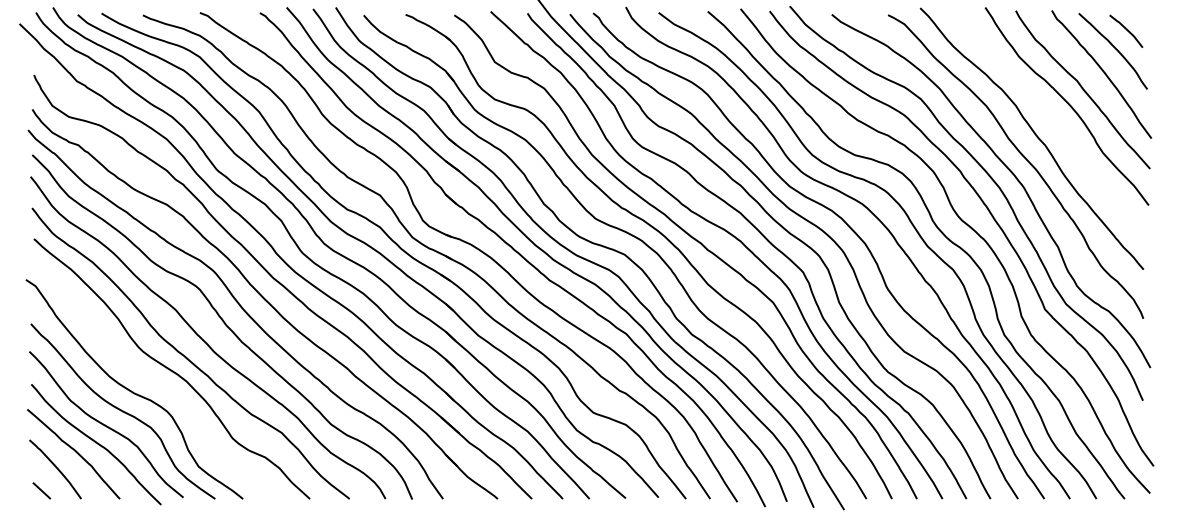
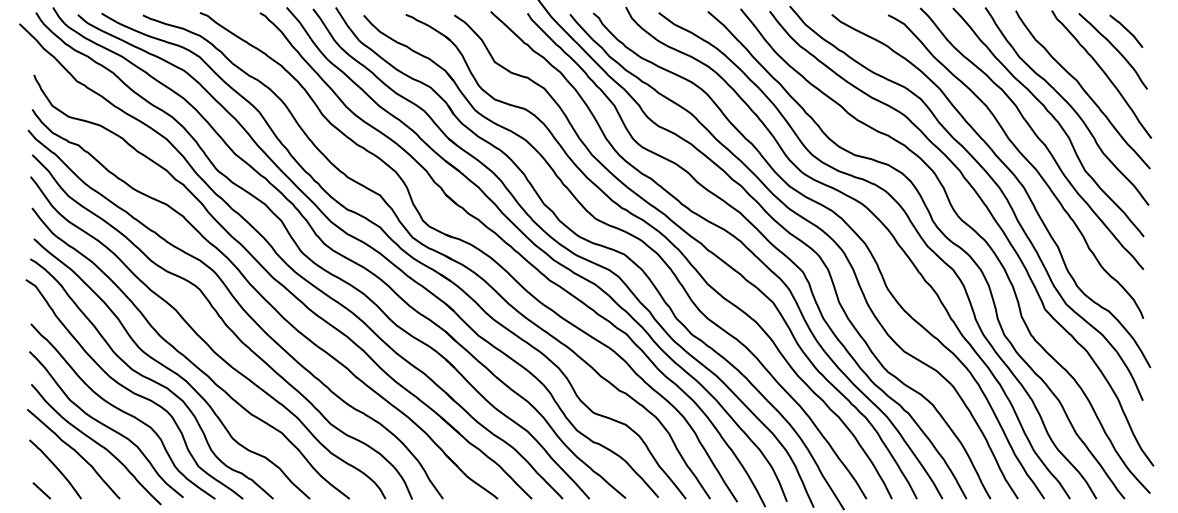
curve at (1052, 117): none -> present
curve at (150, 378): none -> present
